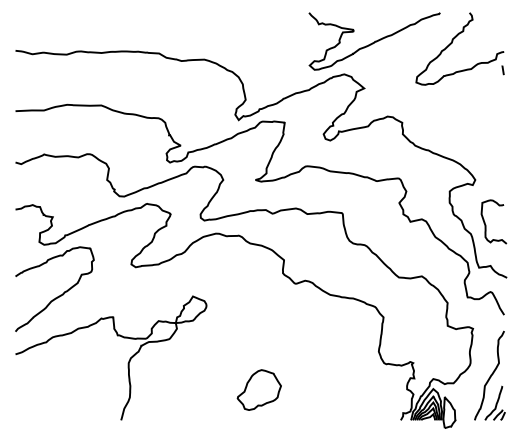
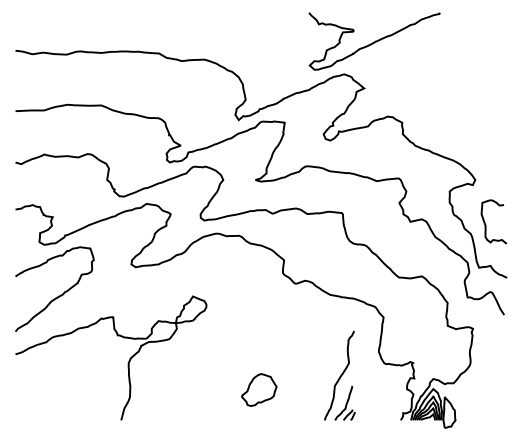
part at (452, 43): present -> none
part at (489, 375) position: (489, 375) -> (339, 375)
part at (258, 389) size: 46x42 px -> 37x34 px
